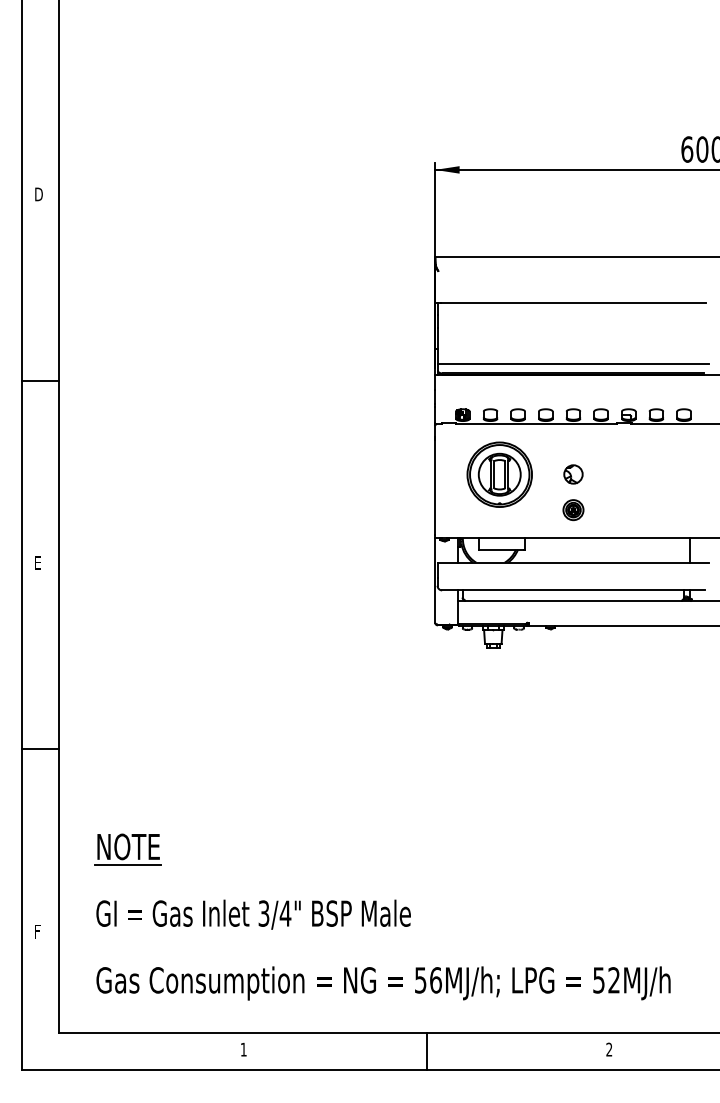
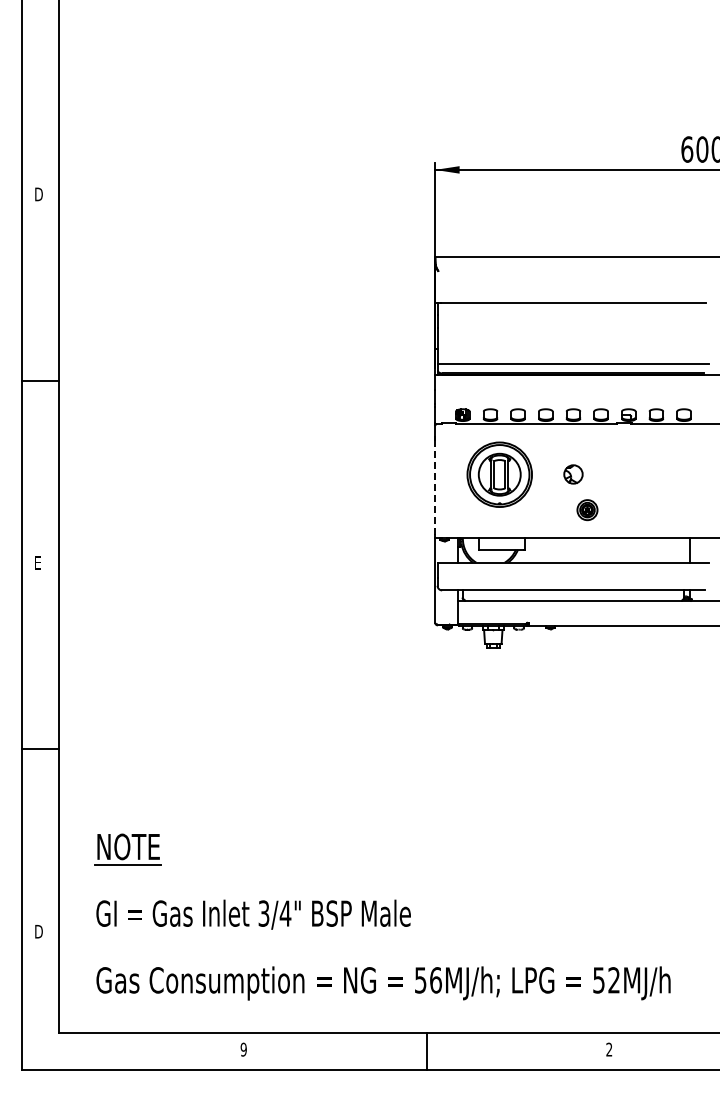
line at (435, 487): solid -> dashed
part at (573, 510) position: (573, 510) -> (587, 510)
text at (38, 931): F -> D
text at (243, 1049): 1 -> 9
